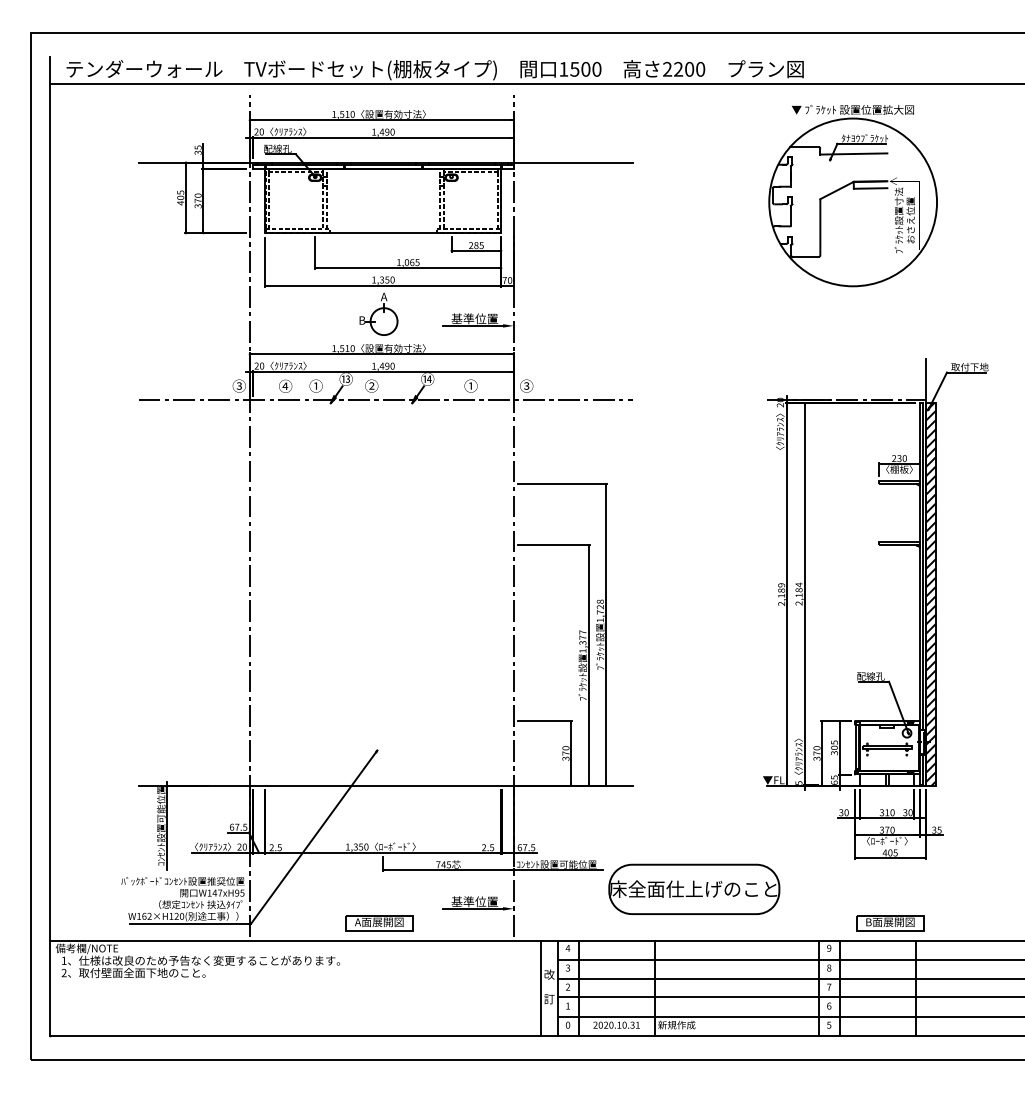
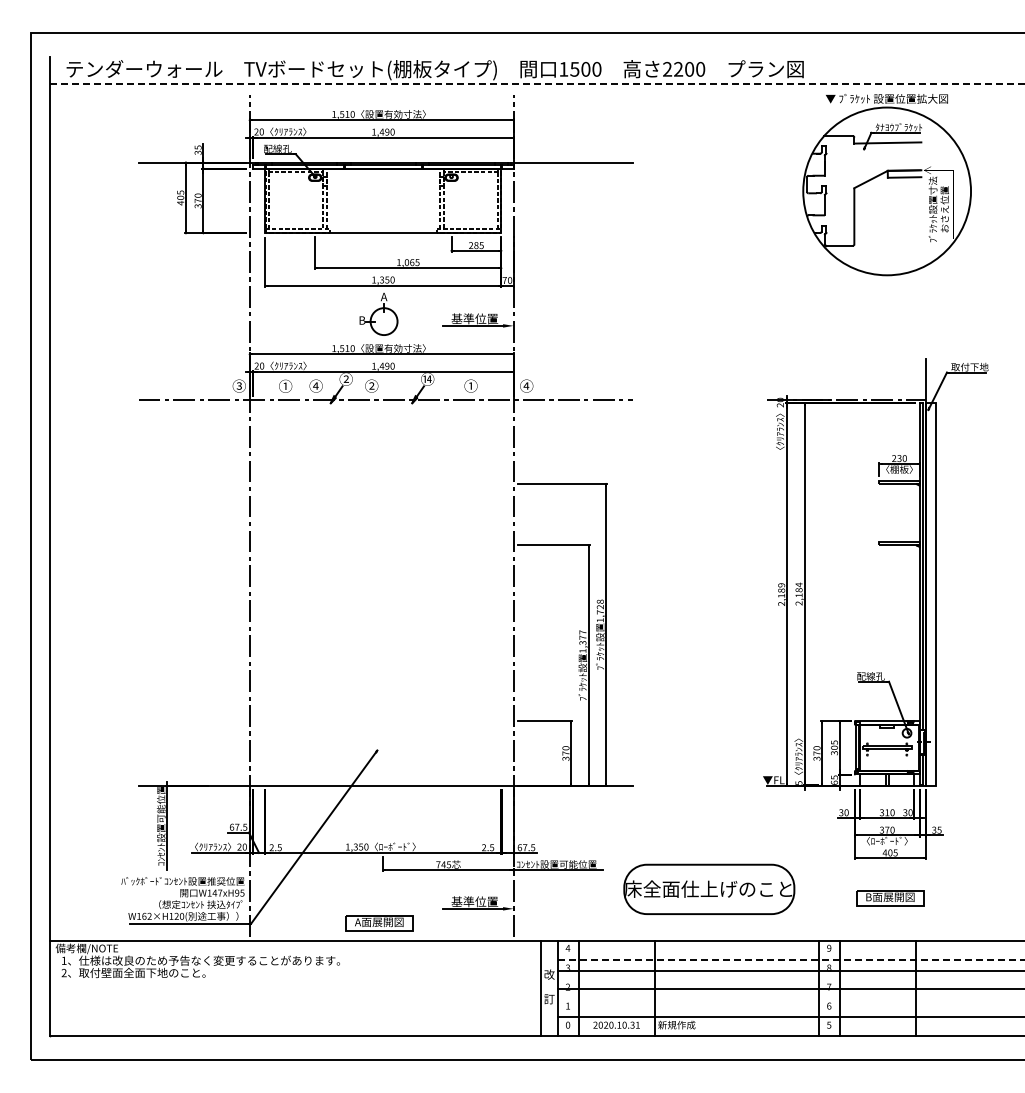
line at (537, 83): solid -> dashed
part at (852, 196) position: (852, 196) -> (886, 185)
text at (345, 378): ⑬ -> ②
text at (285, 385): ④ -> ①
text at (315, 385): ① -> ④
text at (526, 385): ③ -> ④
hatch at (930, 594): present -> none
part at (694, 888) position: (694, 888) -> (709, 888)
part at (890, 923) position: (890, 923) -> (890, 898)
line at (791, 959): solid -> dashed
line at (789, 978) position: (789, 978) -> (789, 970)
line at (789, 997) position: (789, 997) -> (789, 989)
